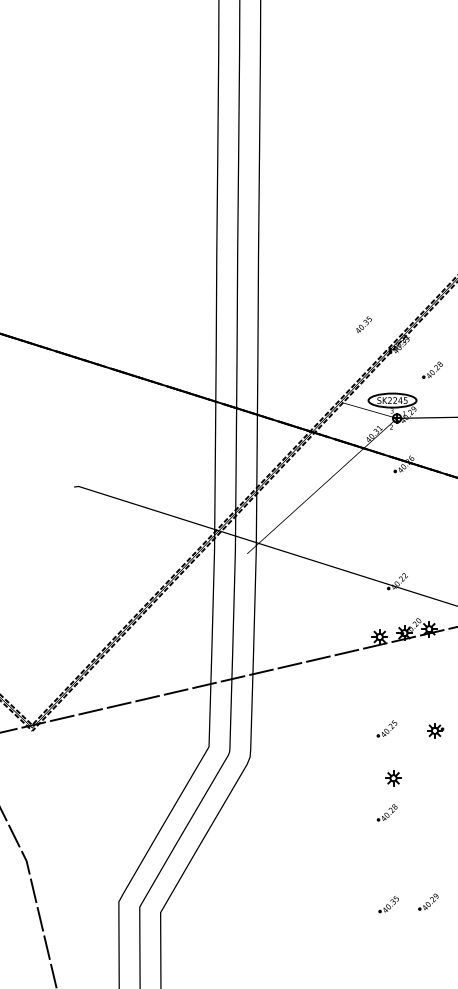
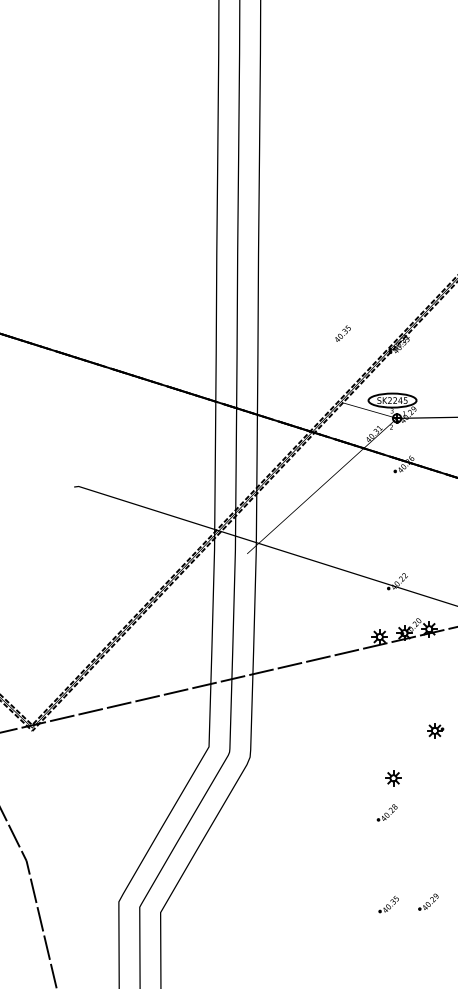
text at (363, 324) position: (363, 324) -> (342, 333)
part at (432, 369): present -> none
part at (386, 728): present -> none
